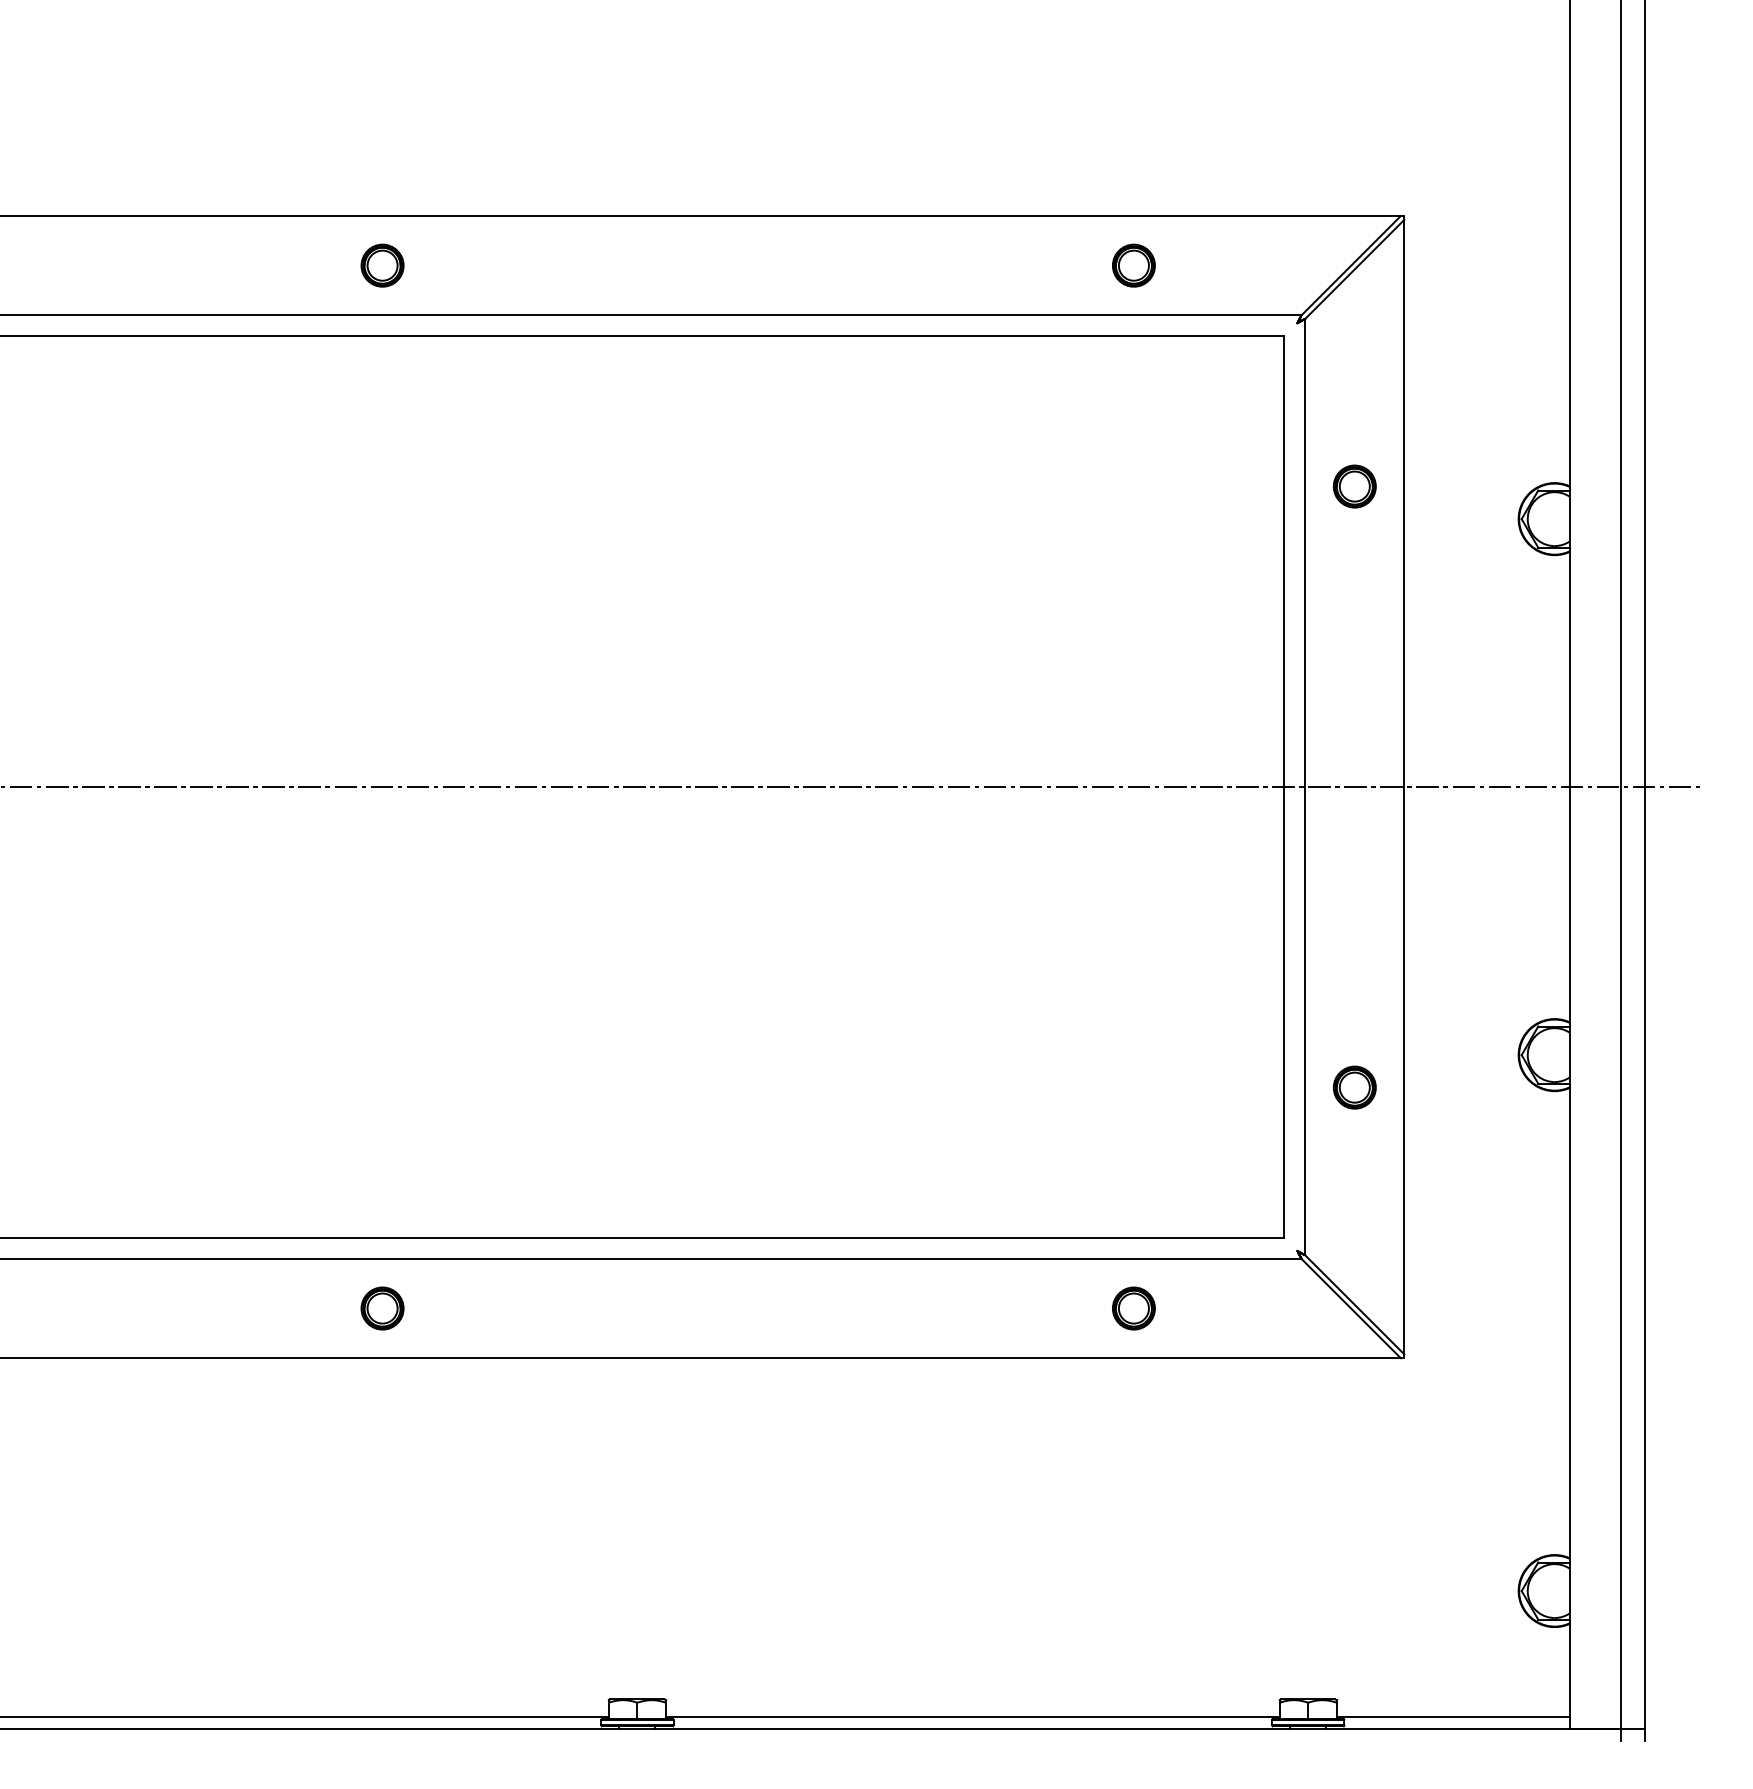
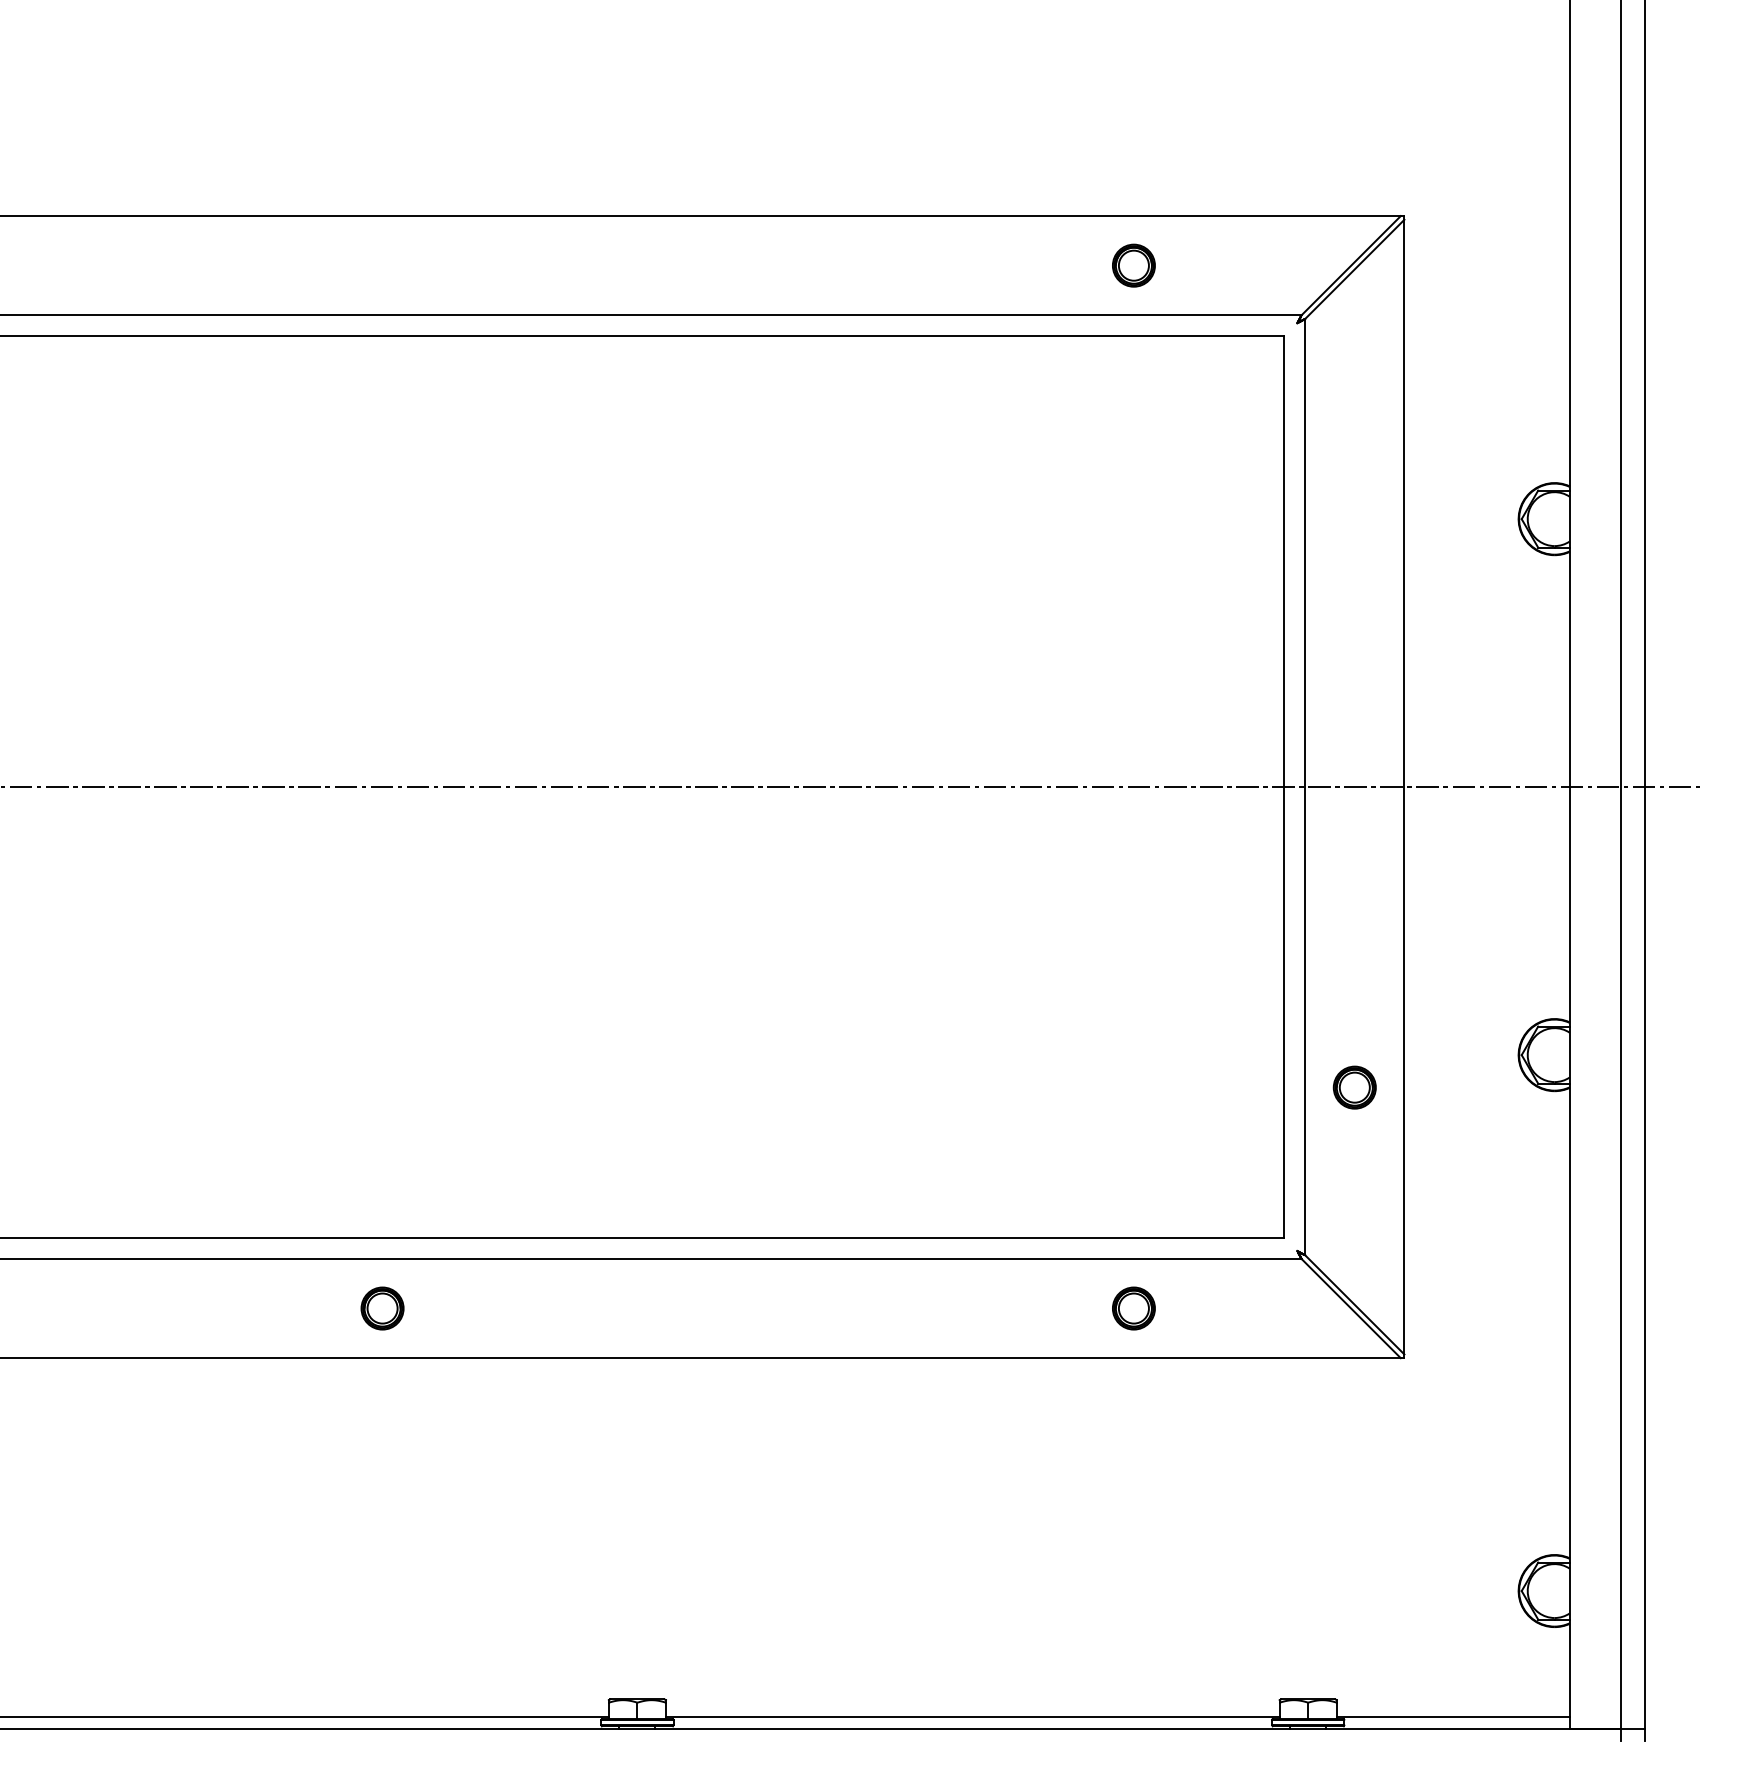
part at (382, 265): present -> none
part at (1354, 486): present -> none
